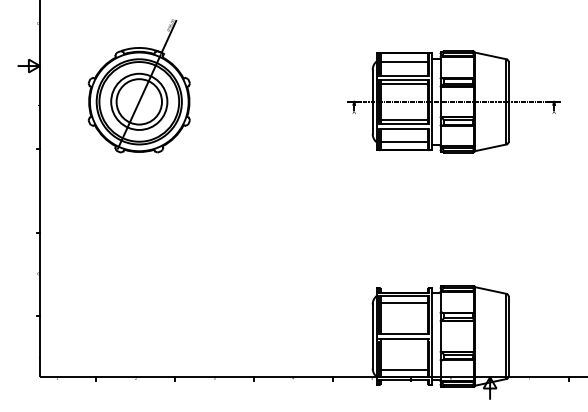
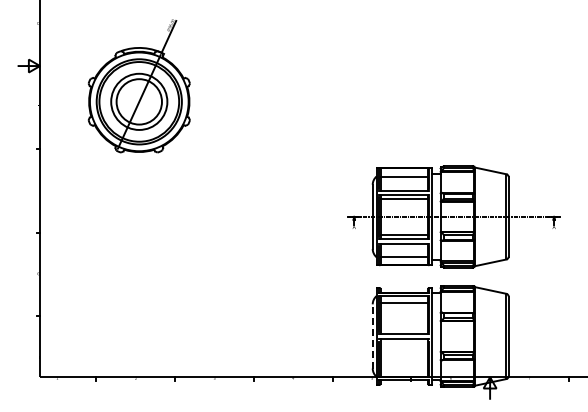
part at (453, 101) position: (453, 101) -> (453, 216)
line at (372, 335): solid -> dashed
line at (404, 370): present -> none
